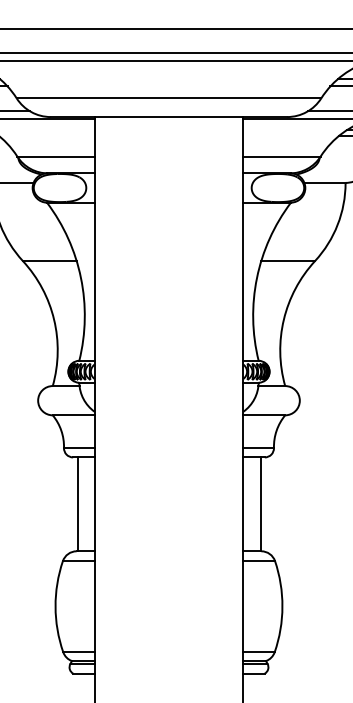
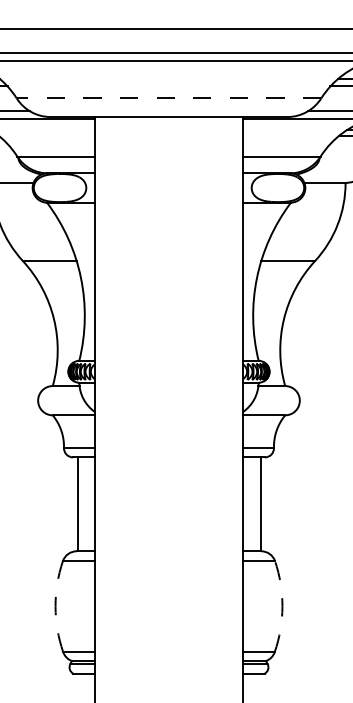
line at (168, 98): solid -> dashed
arc at (55, 606): solid -> dashed
arc at (282, 606): solid -> dashed
